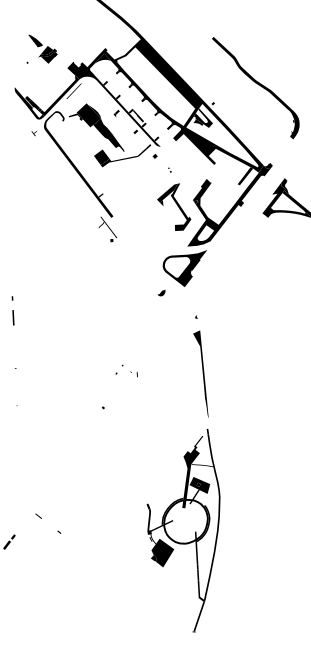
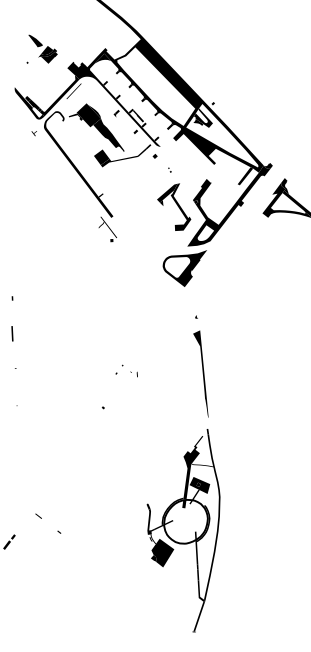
part at (255, 88): present -> none
part at (161, 293): present -> none
line at (13, 317) position: (13, 317) -> (12, 333)
